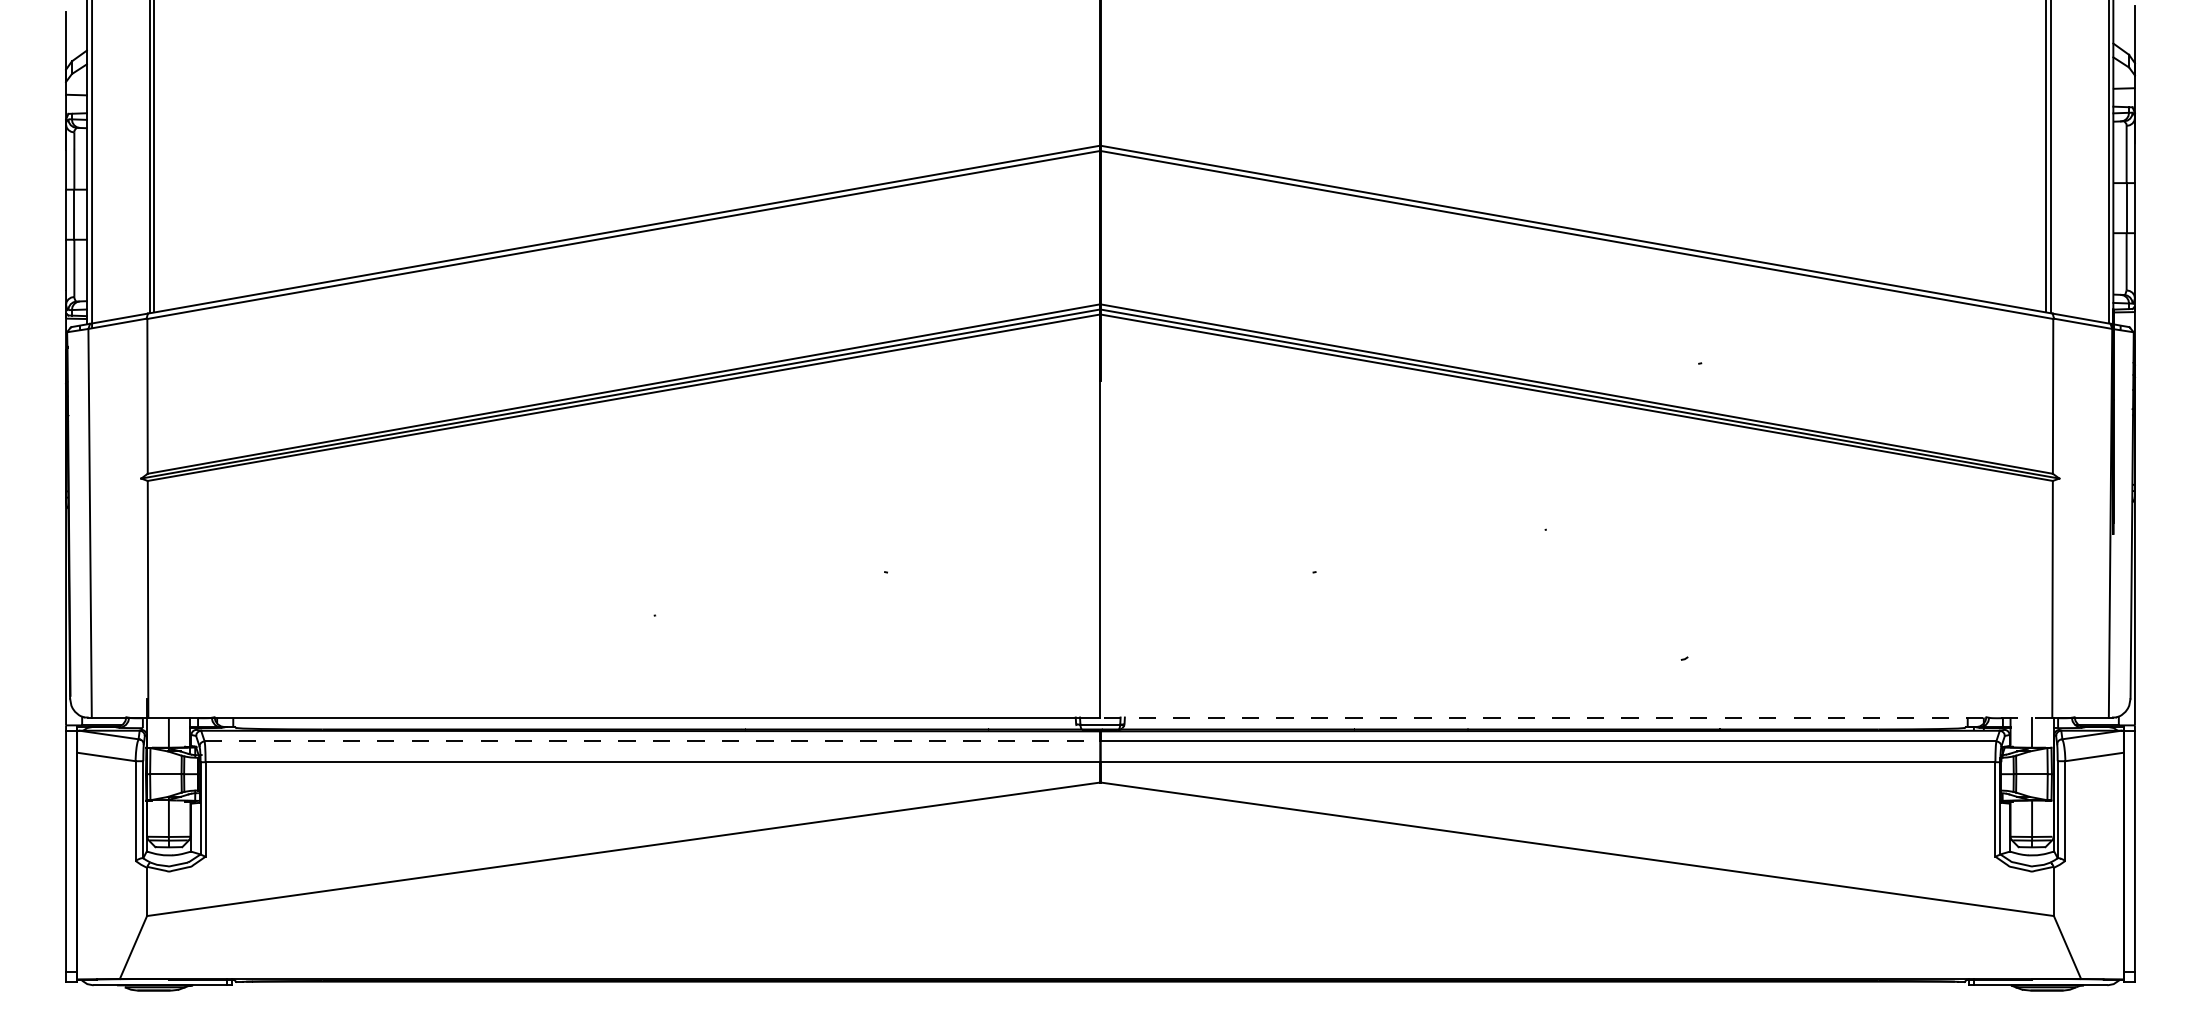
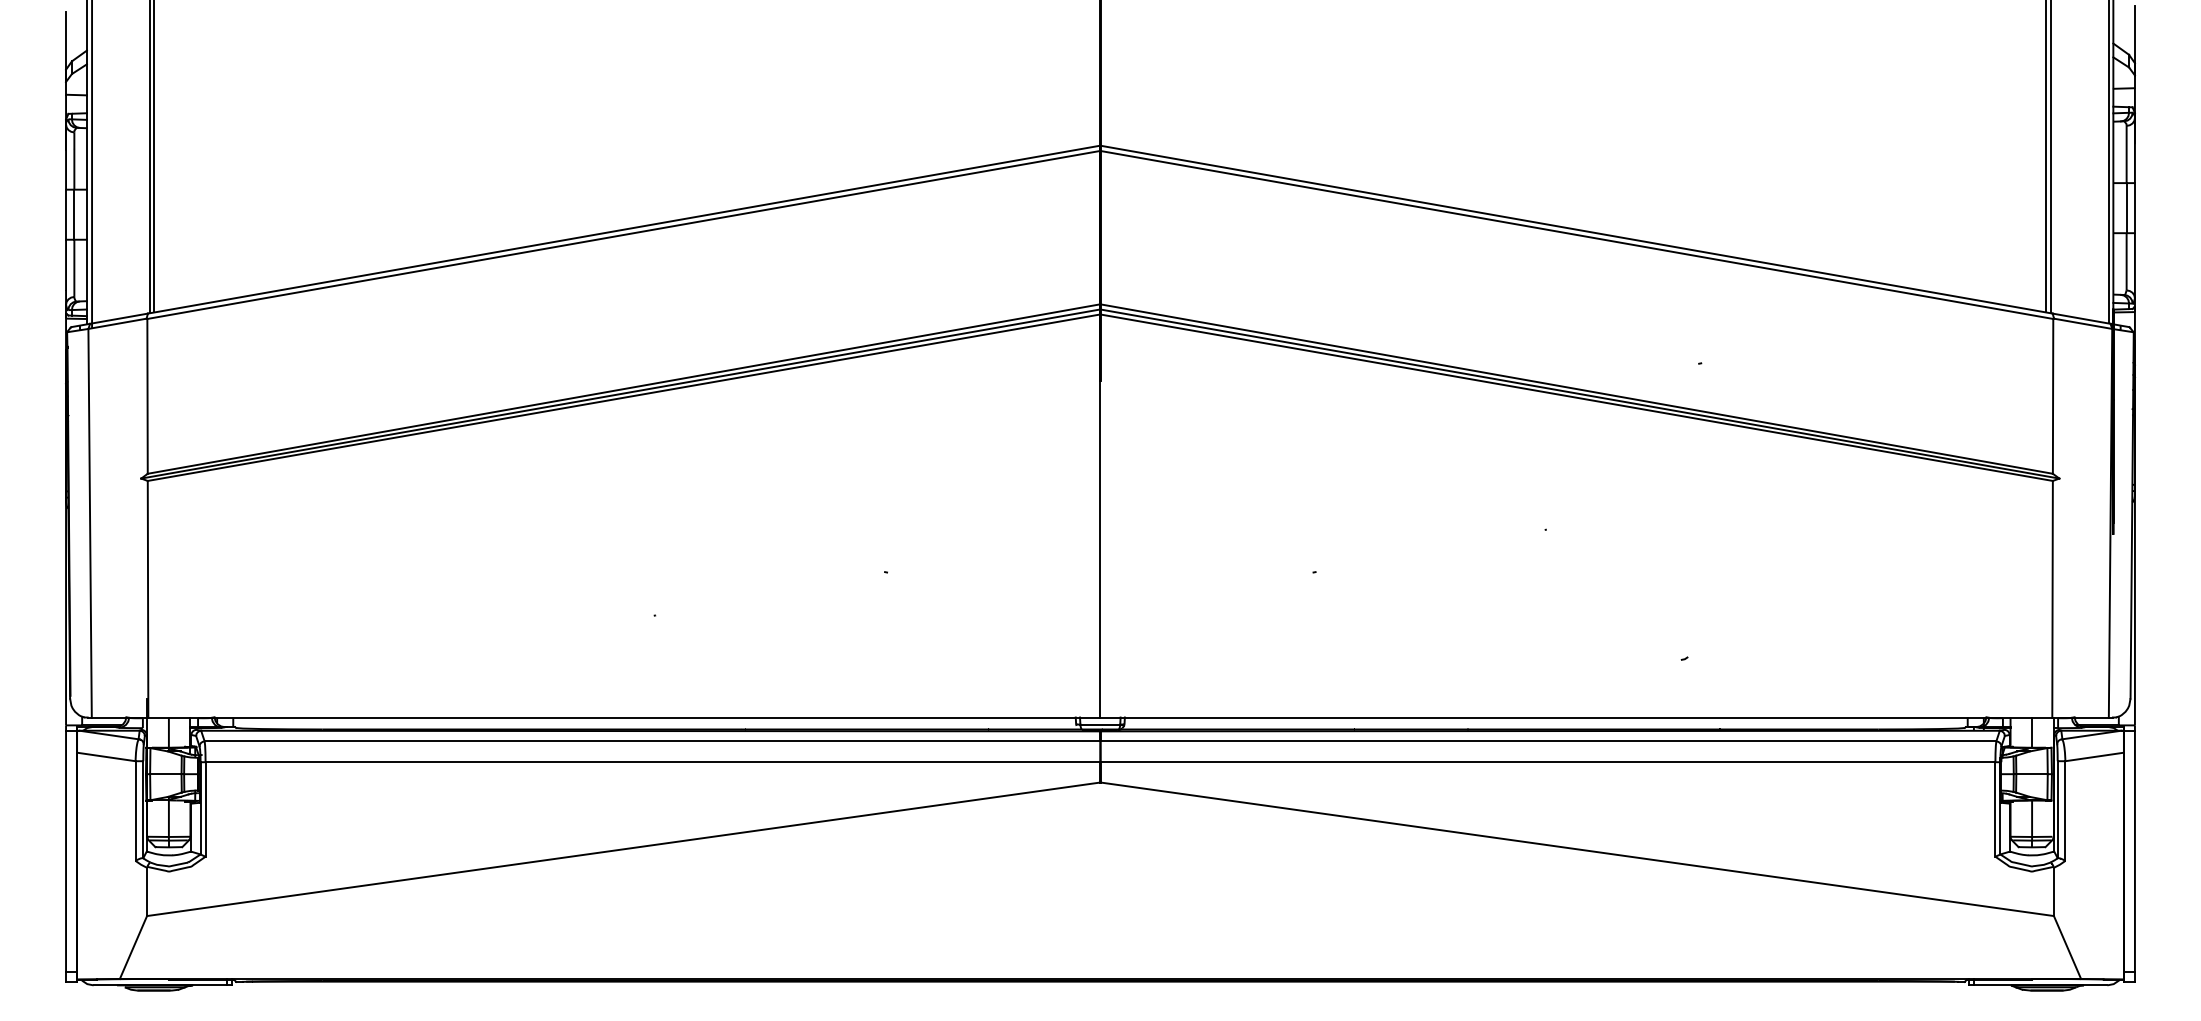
line at (1576, 717): dashed -> solid
line at (652, 741): dashed -> solid
